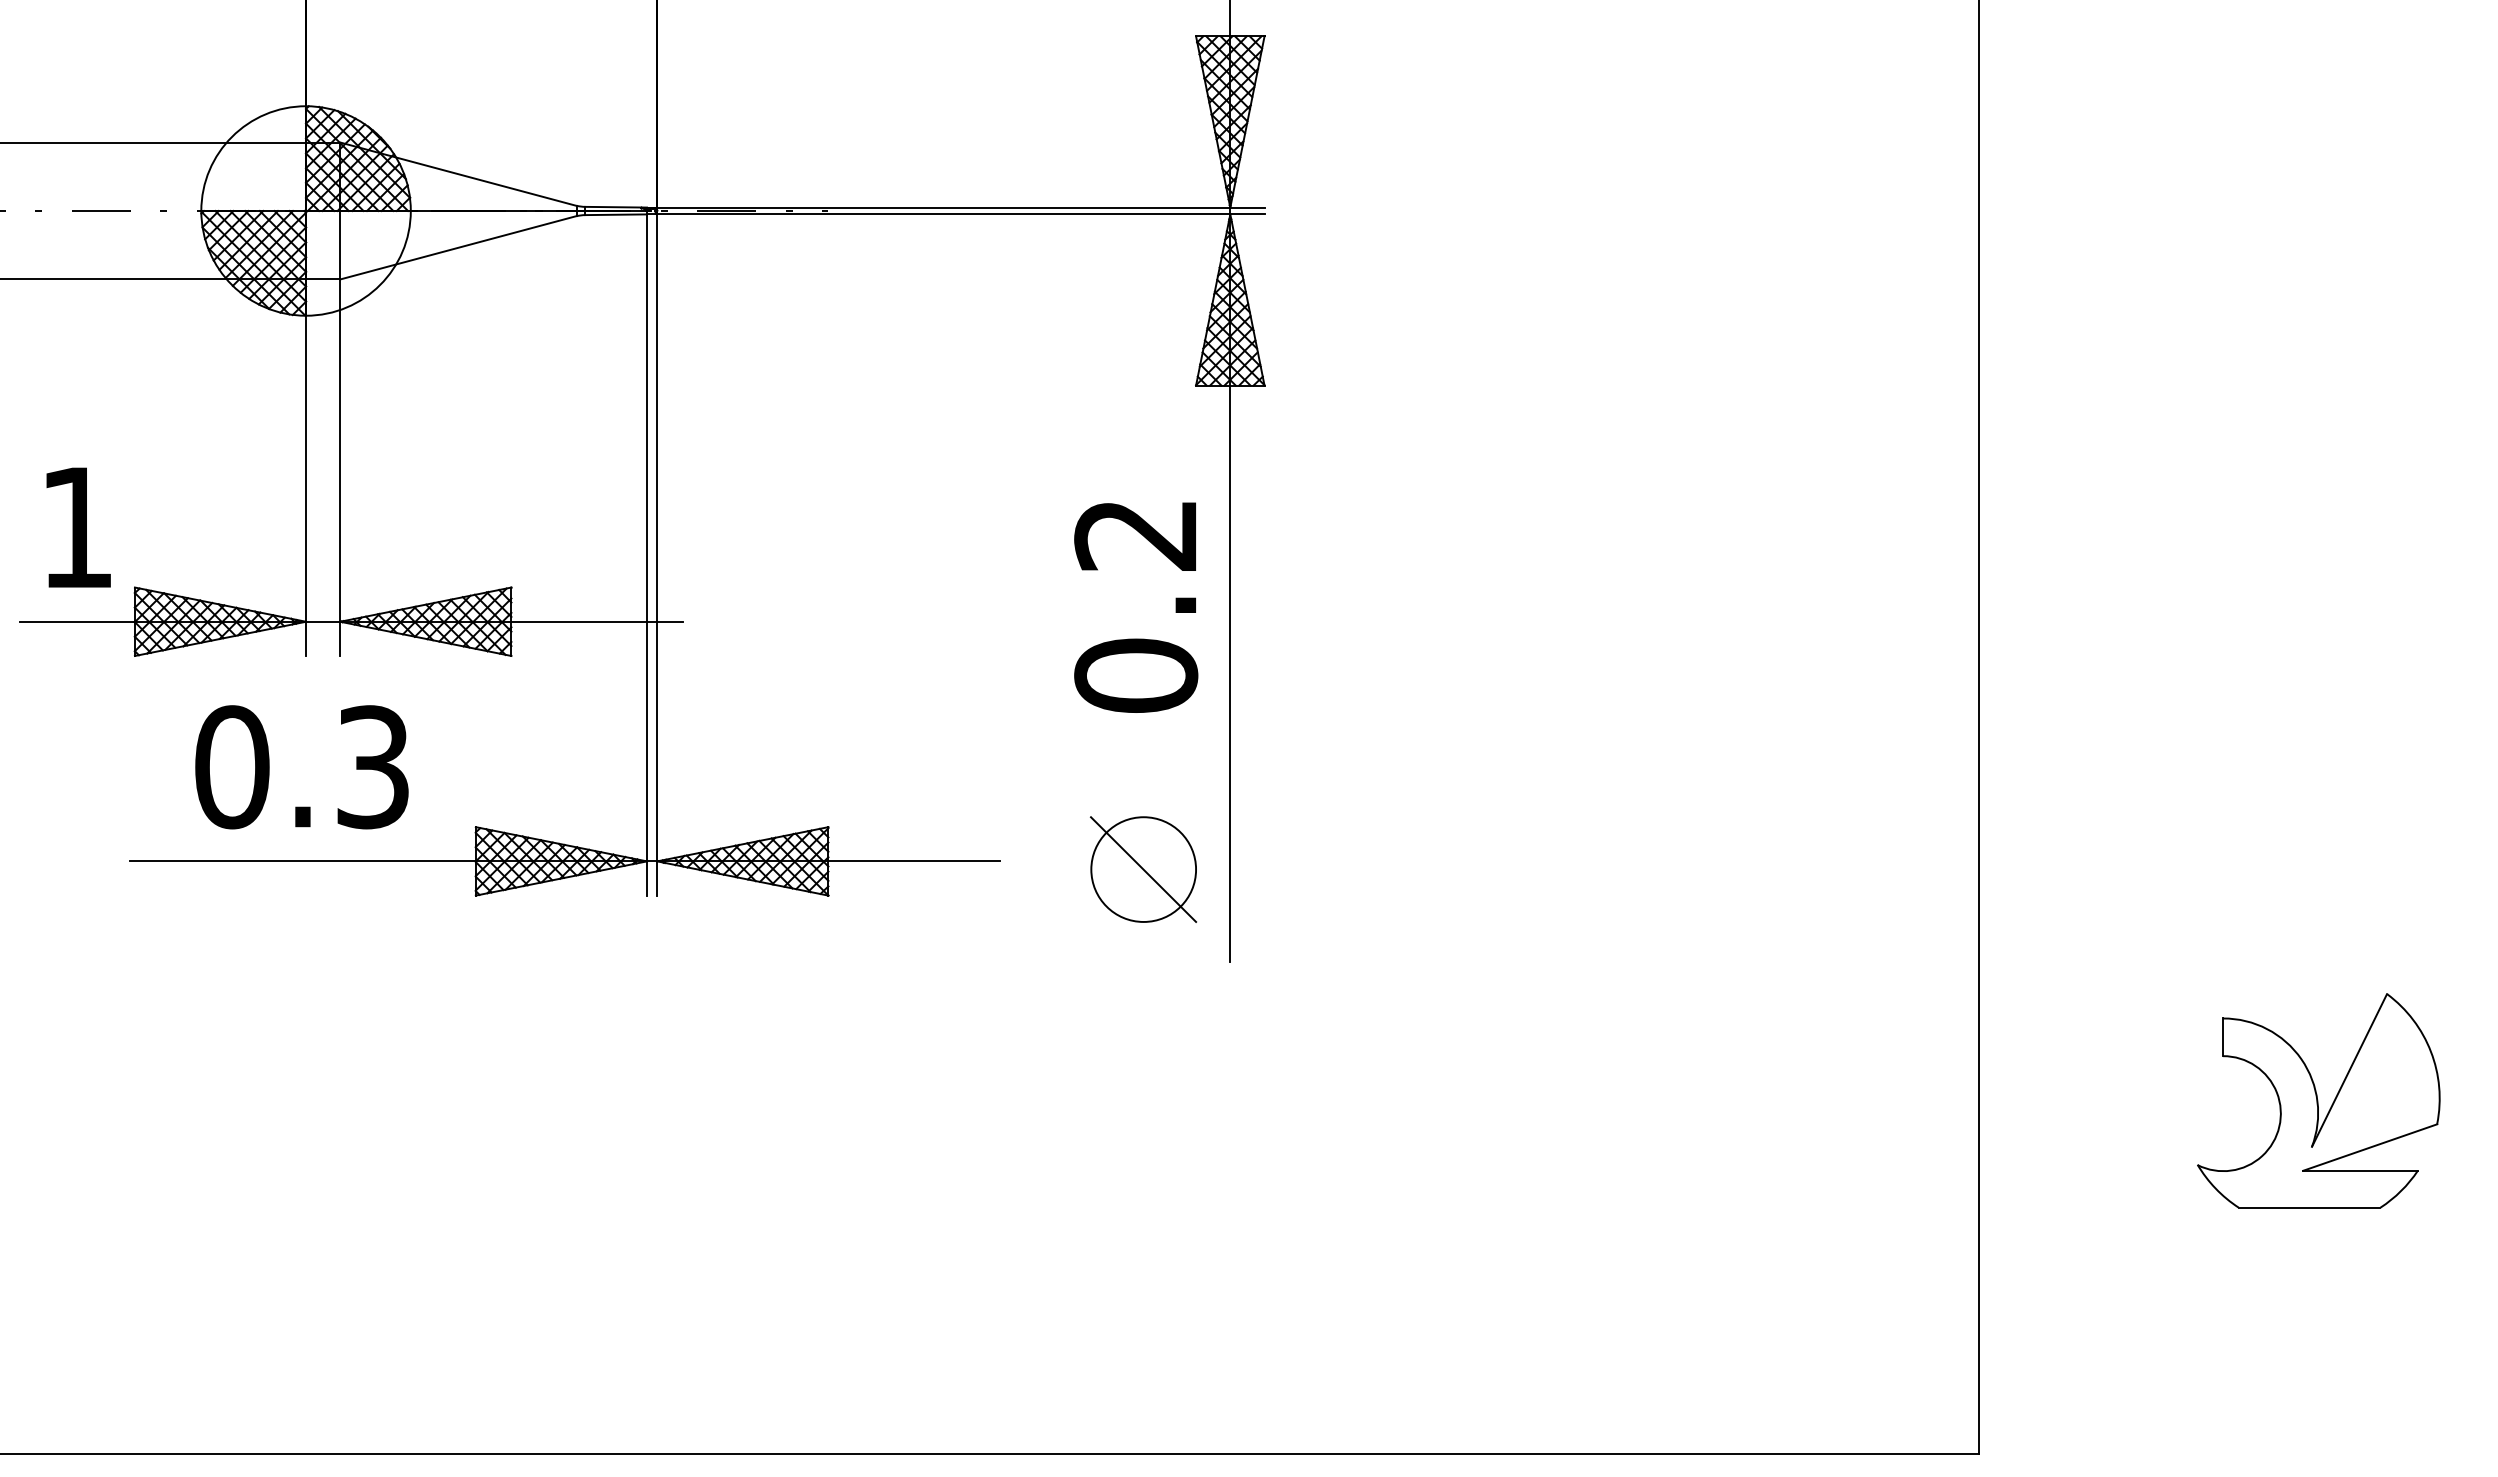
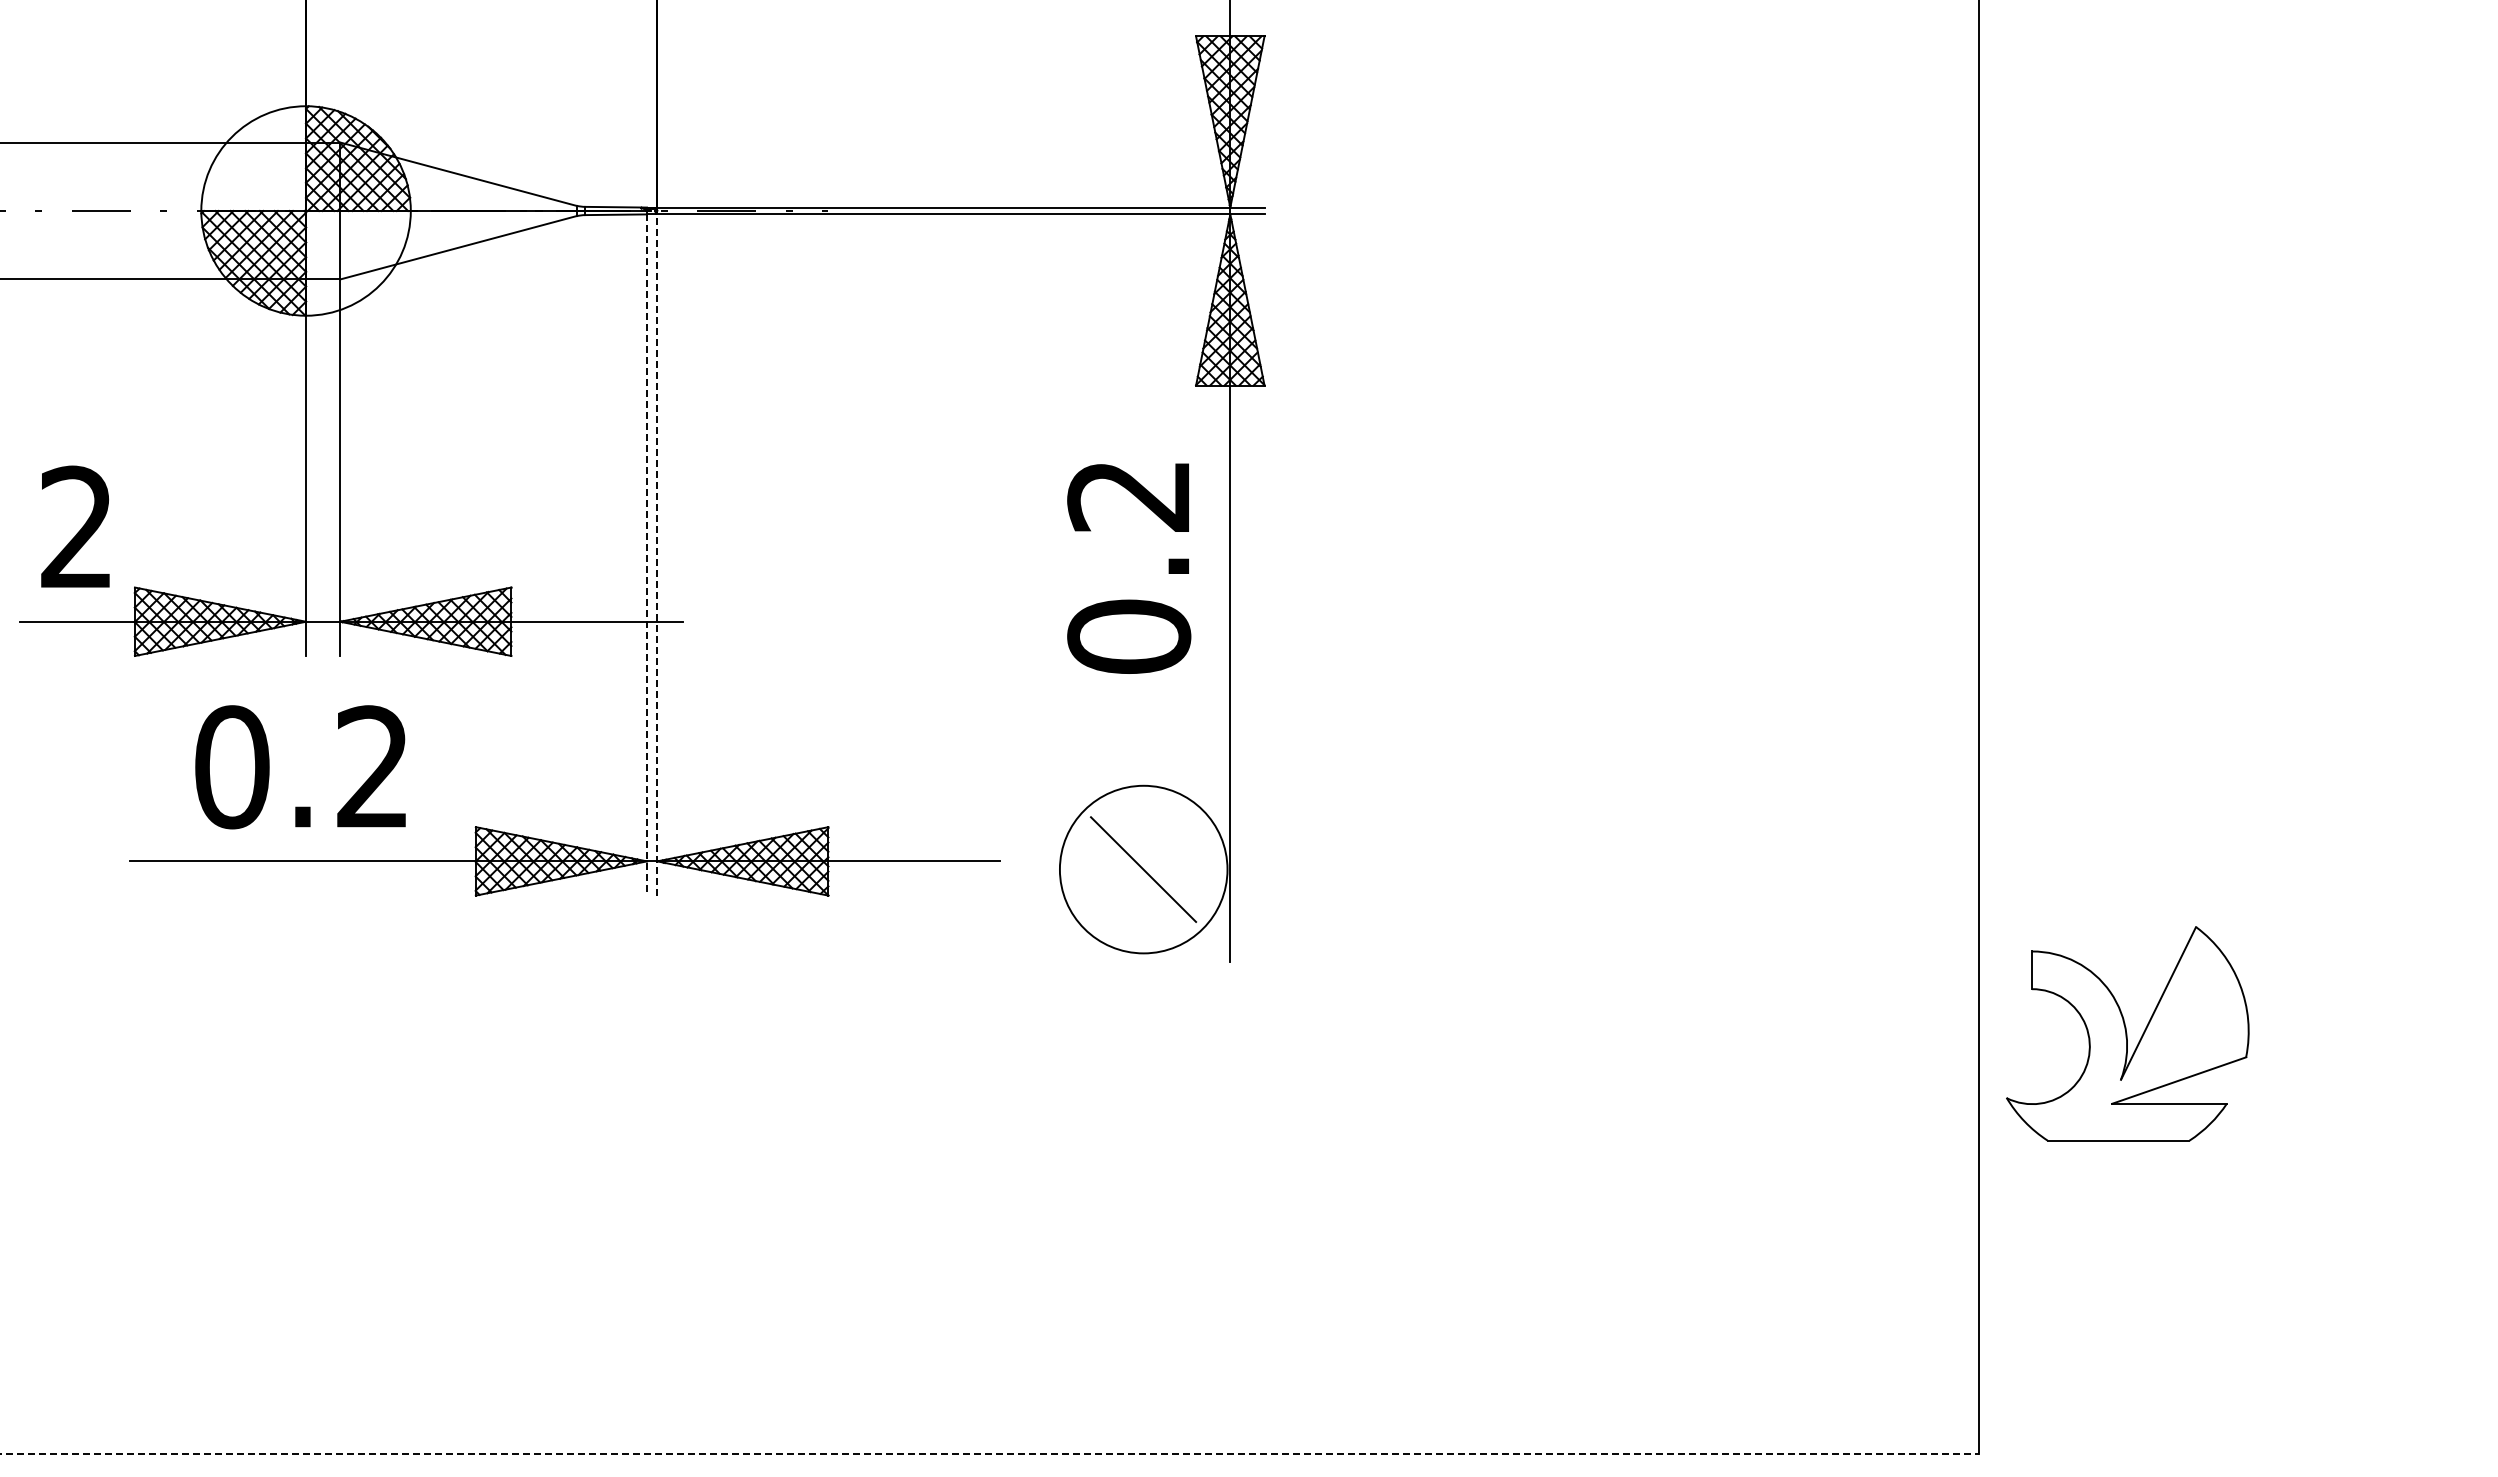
text at (75, 526): 1 -> 2
line at (647, 555): solid -> dashed
line at (657, 555): solid -> dashed
text at (1136, 607) position: (1136, 607) -> (1129, 568)
text at (372, 767): 0.3 -> 0.2
circle at (1143, 869) diameter: 105 px -> 168 px
part at (2318, 1100) position: (2318, 1100) -> (2127, 1033)
line at (989, 1453): solid -> dashed
